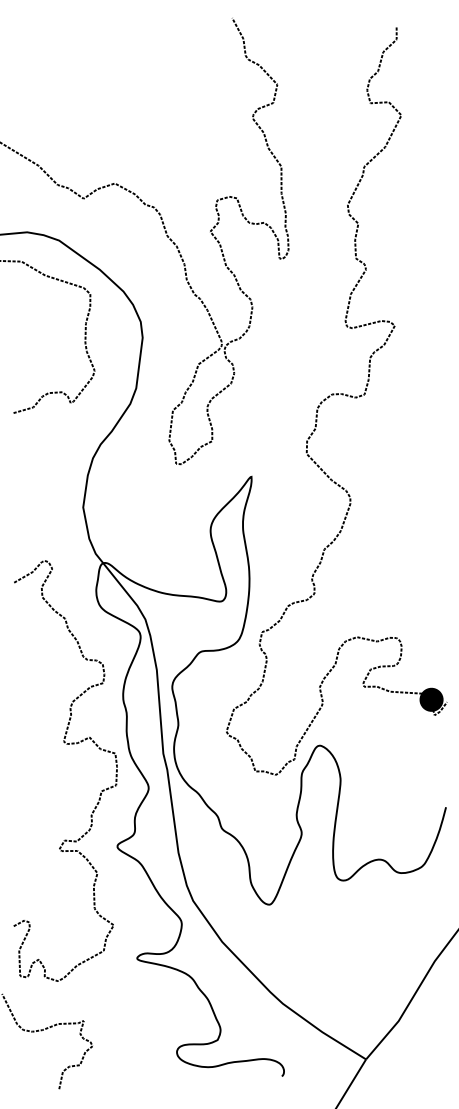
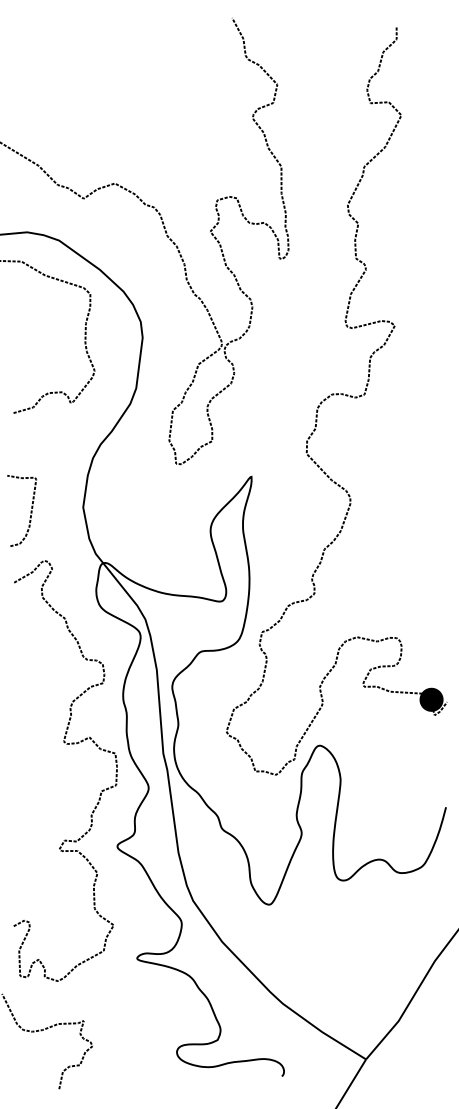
curve at (30, 511): none -> present
